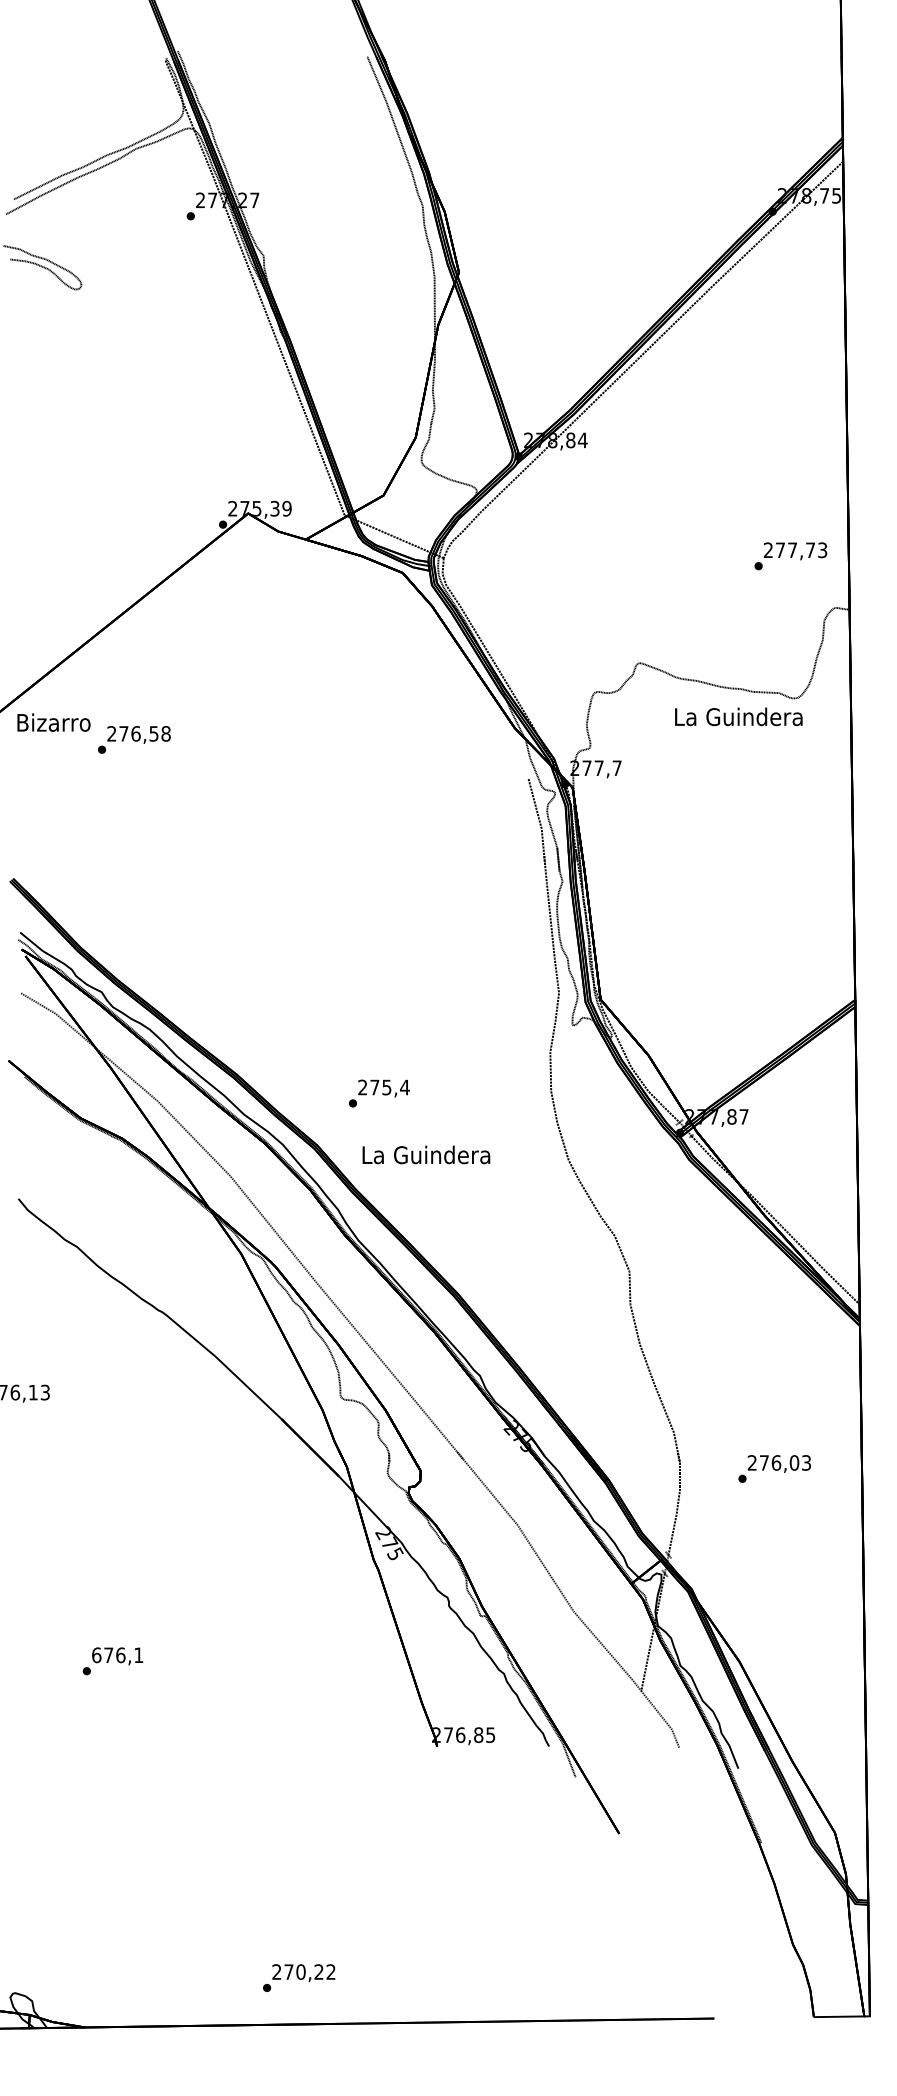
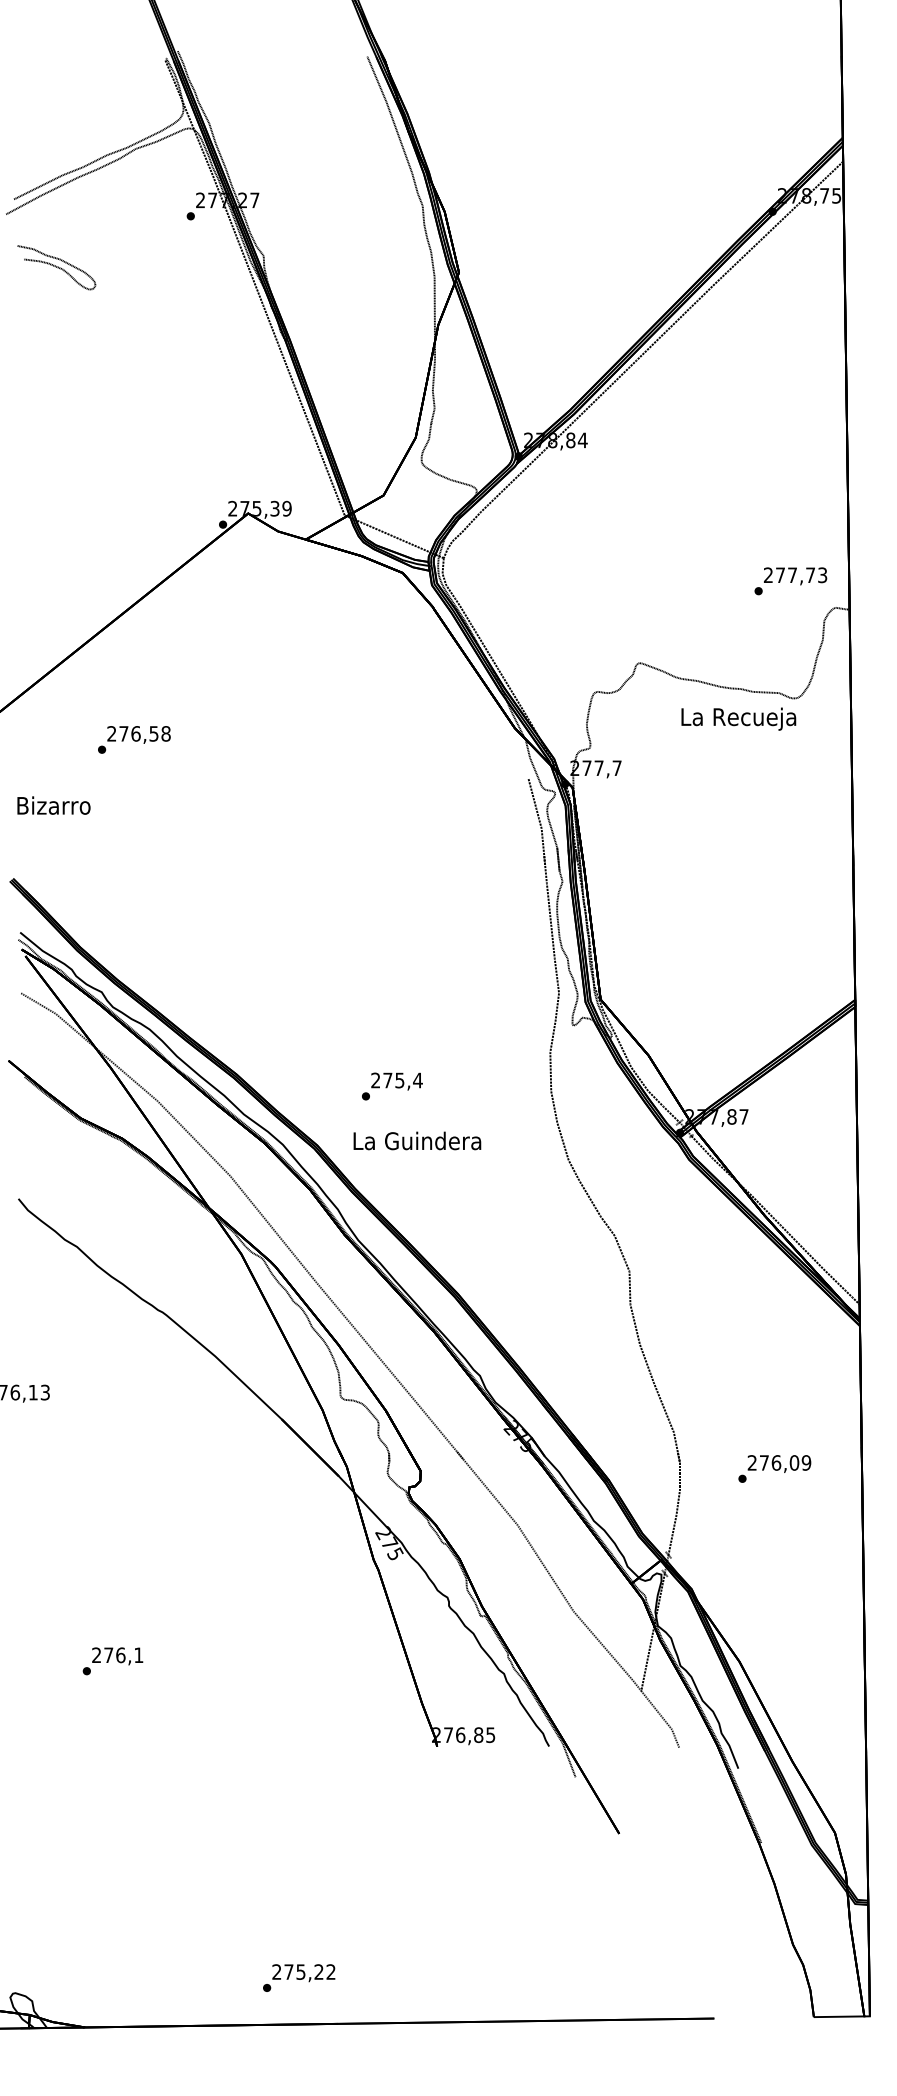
curve at (42, 267) position: (42, 267) -> (56, 267)
text at (790, 556) position: (790, 556) -> (790, 581)
text at (738, 718): La Guindera -> La Recueja
text at (53, 722) position: (53, 722) -> (53, 805)
text at (379, 1093) position: (379, 1093) -> (392, 1086)
text at (426, 1154) position: (426, 1154) -> (417, 1140)
text at (806, 1462): 276,03 -> 276,09
text at (96, 1655): 676,1 -> 276,1
text at (300, 1971): 270,22 -> 275,22
